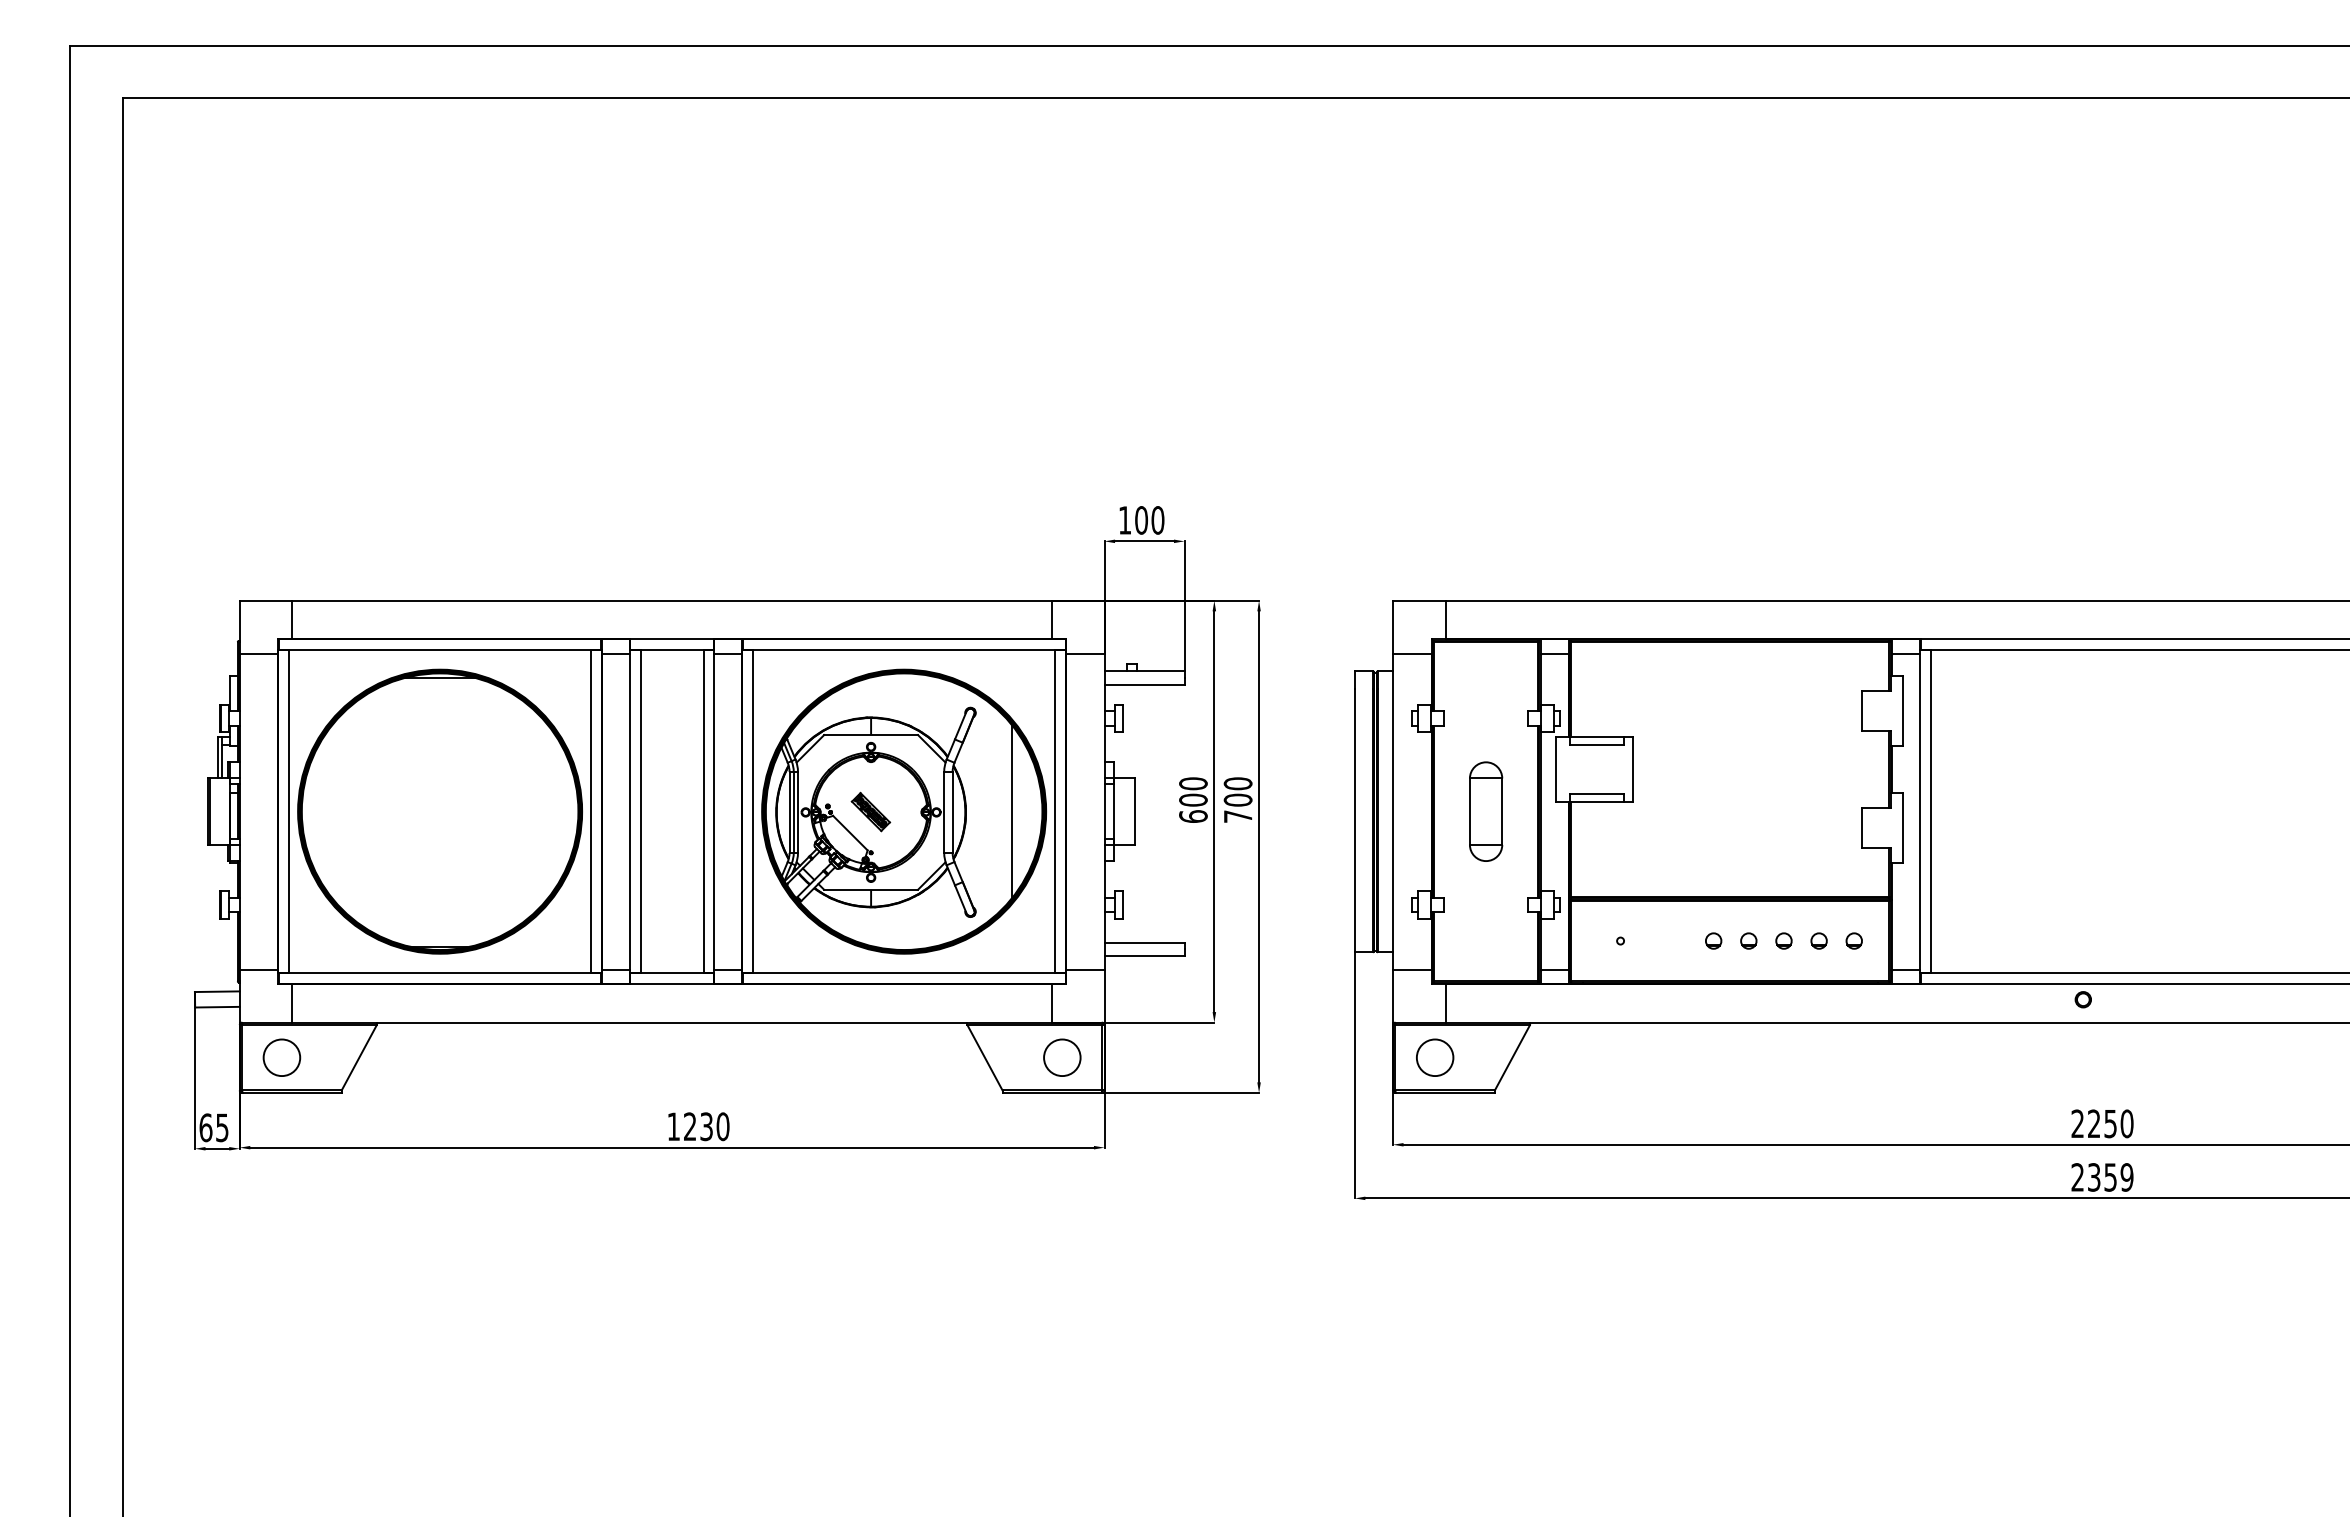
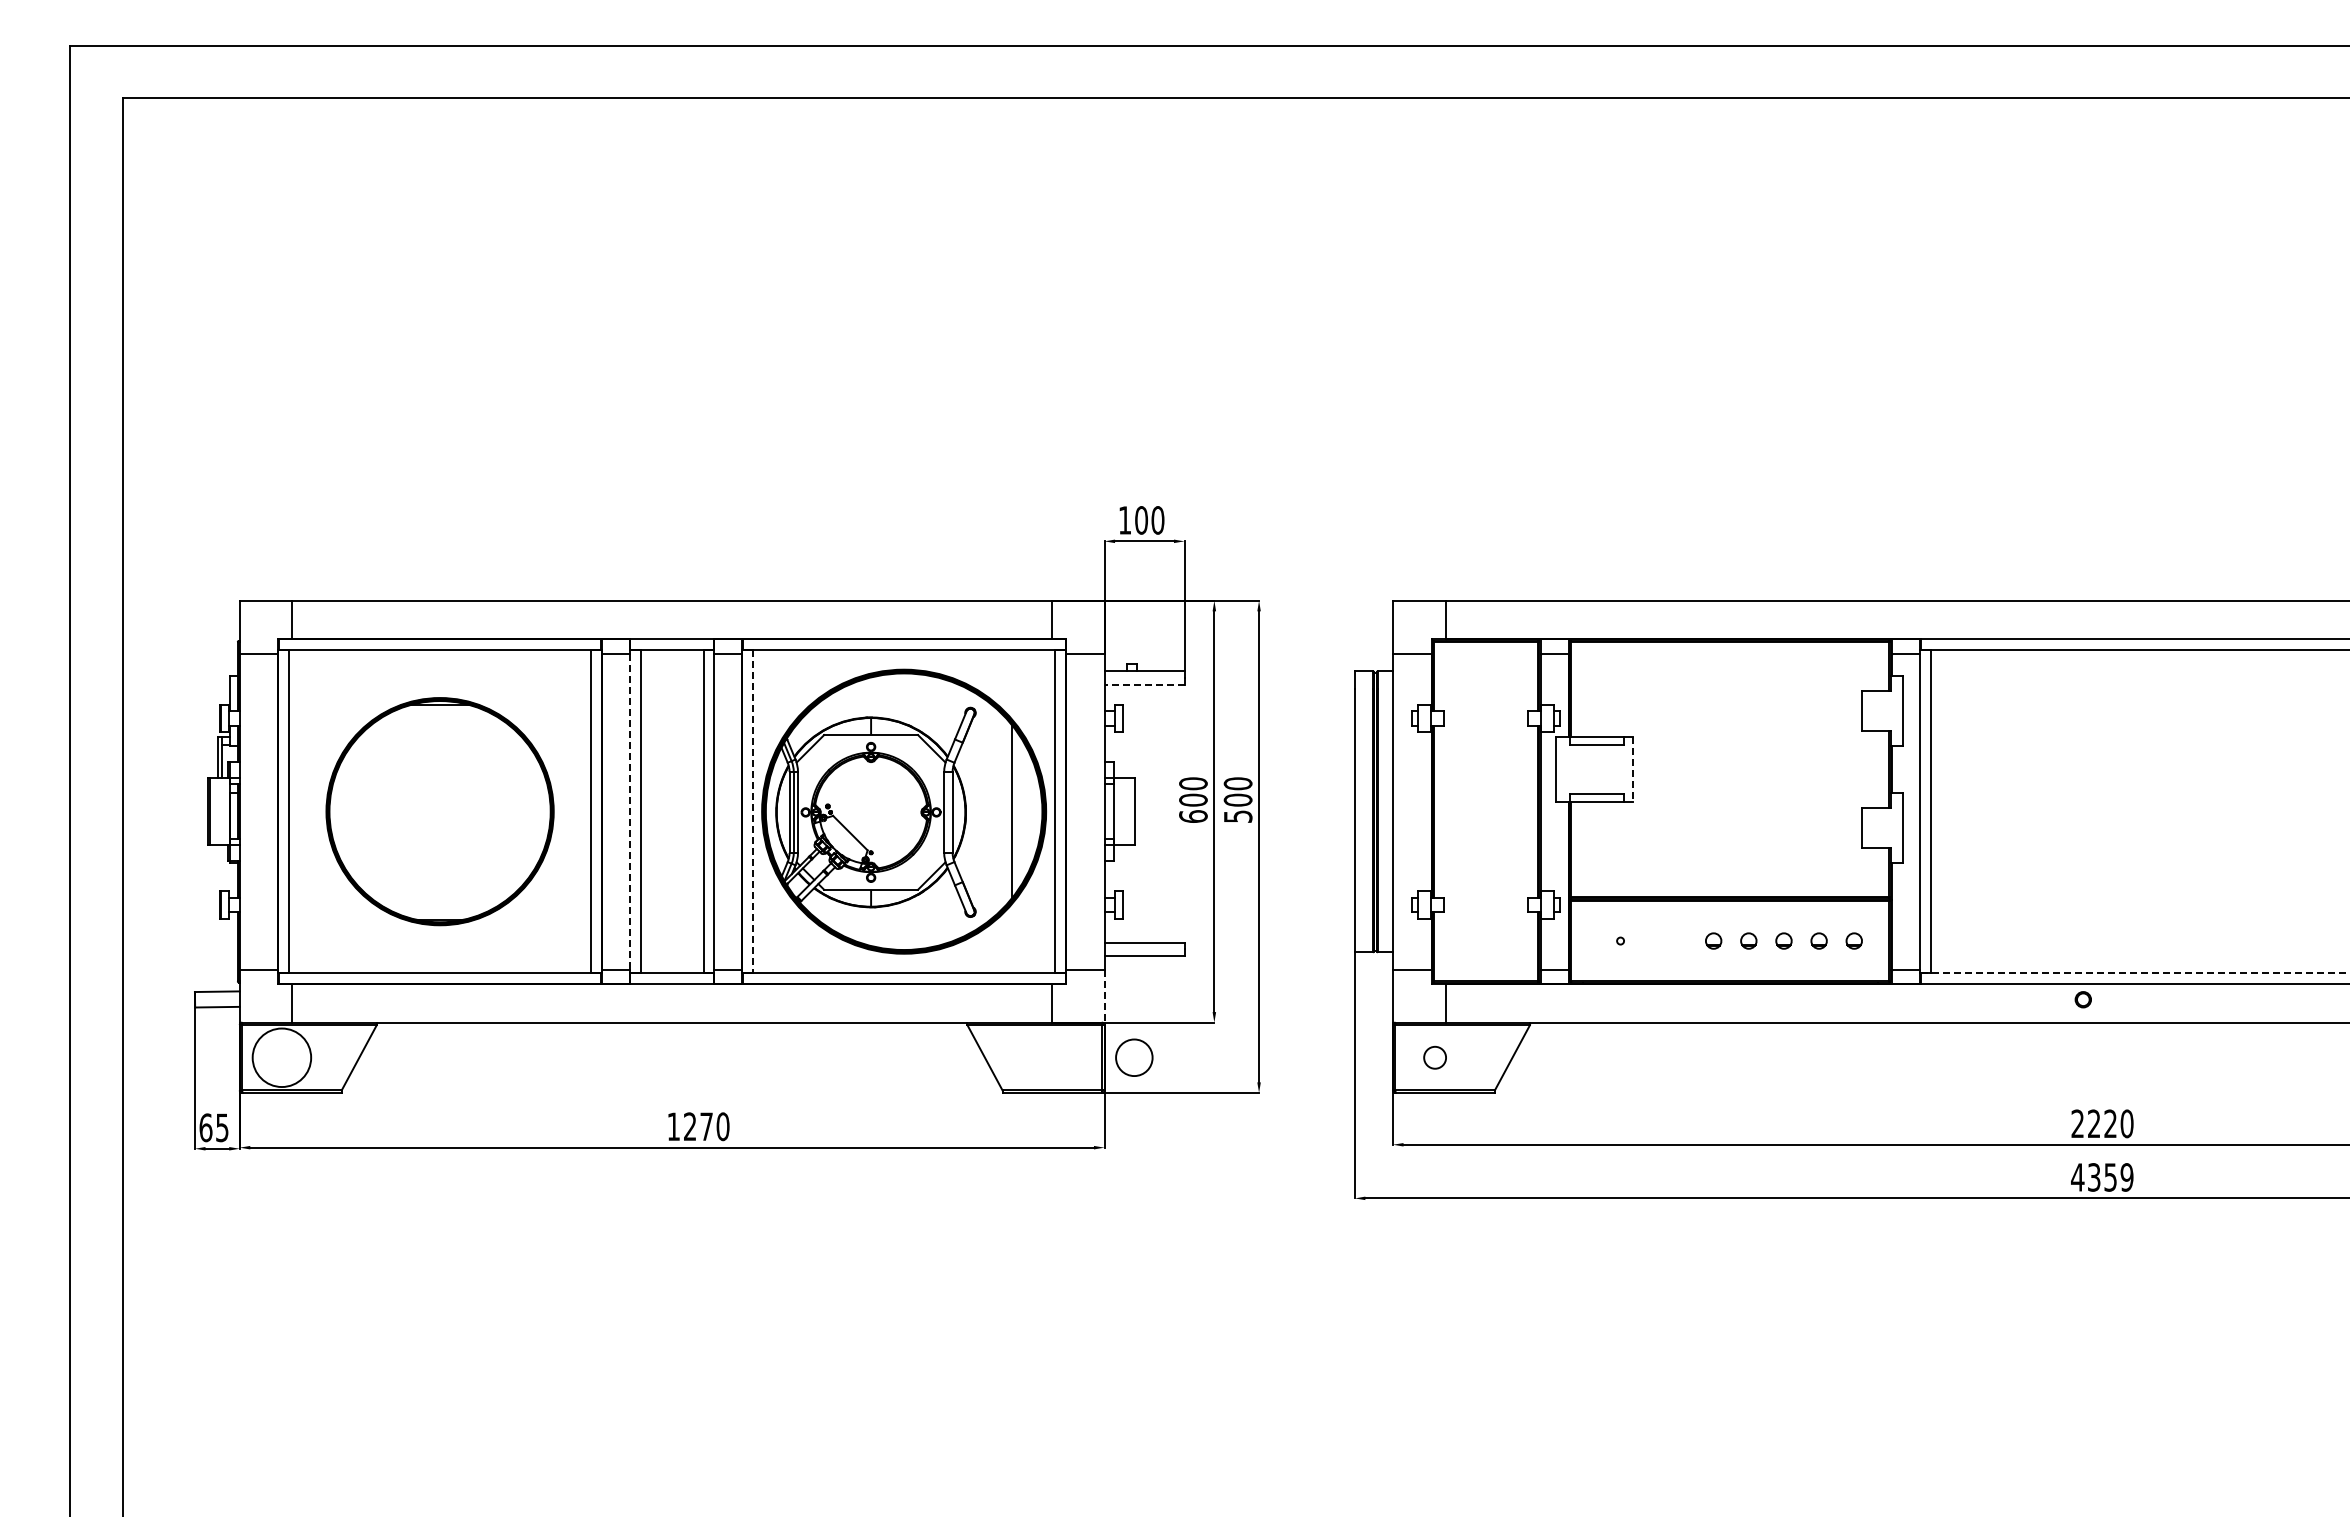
line at (1144, 684): solid -> dashed
line at (1633, 769): solid -> dashed
part at (439, 811) size: 286x287 px -> 230x230 px
part at (870, 811): present -> none
part at (1486, 811): present -> none
line at (629, 812): solid -> dashed
line at (752, 812): solid -> dashed
text at (1238, 816): 700 -> 500
line at (2135, 973): solid -> dashed
line at (1104, 996): solid -> dashed
circle at (281, 1057) diameter: 37 px -> 58 px
circle at (1062, 1057) position: (1062, 1057) -> (1134, 1057)
circle at (1434, 1057) diameter: 37 px -> 22 px
text at (2110, 1123): 2250 -> 2220
text at (706, 1126): 1230 -> 1270
text at (2077, 1177): 2359 -> 4359
